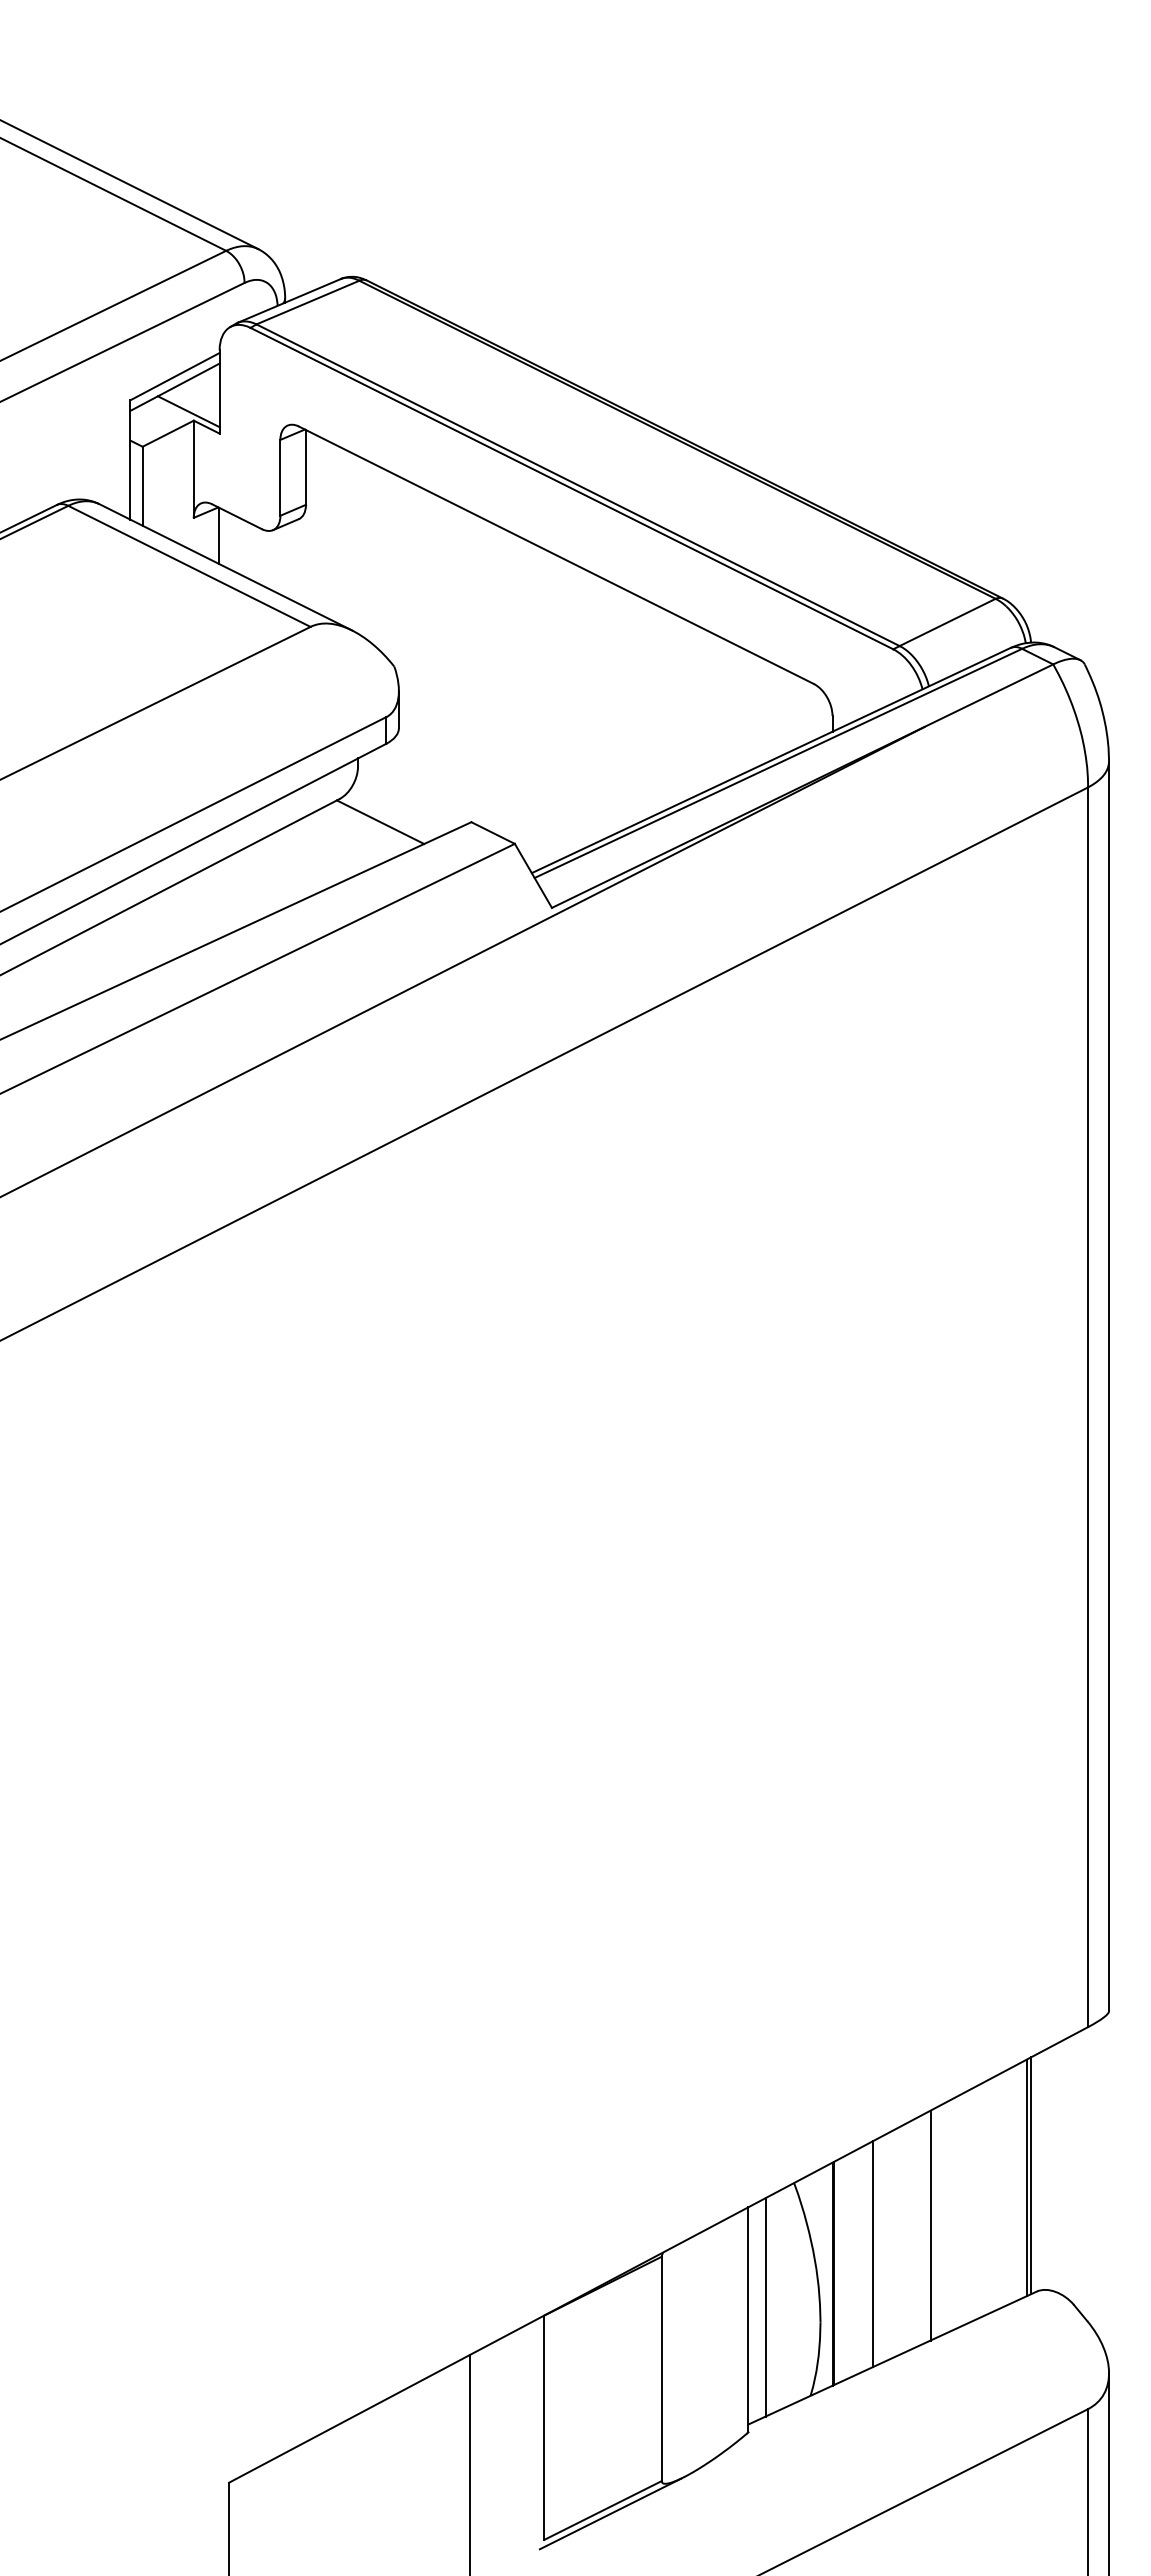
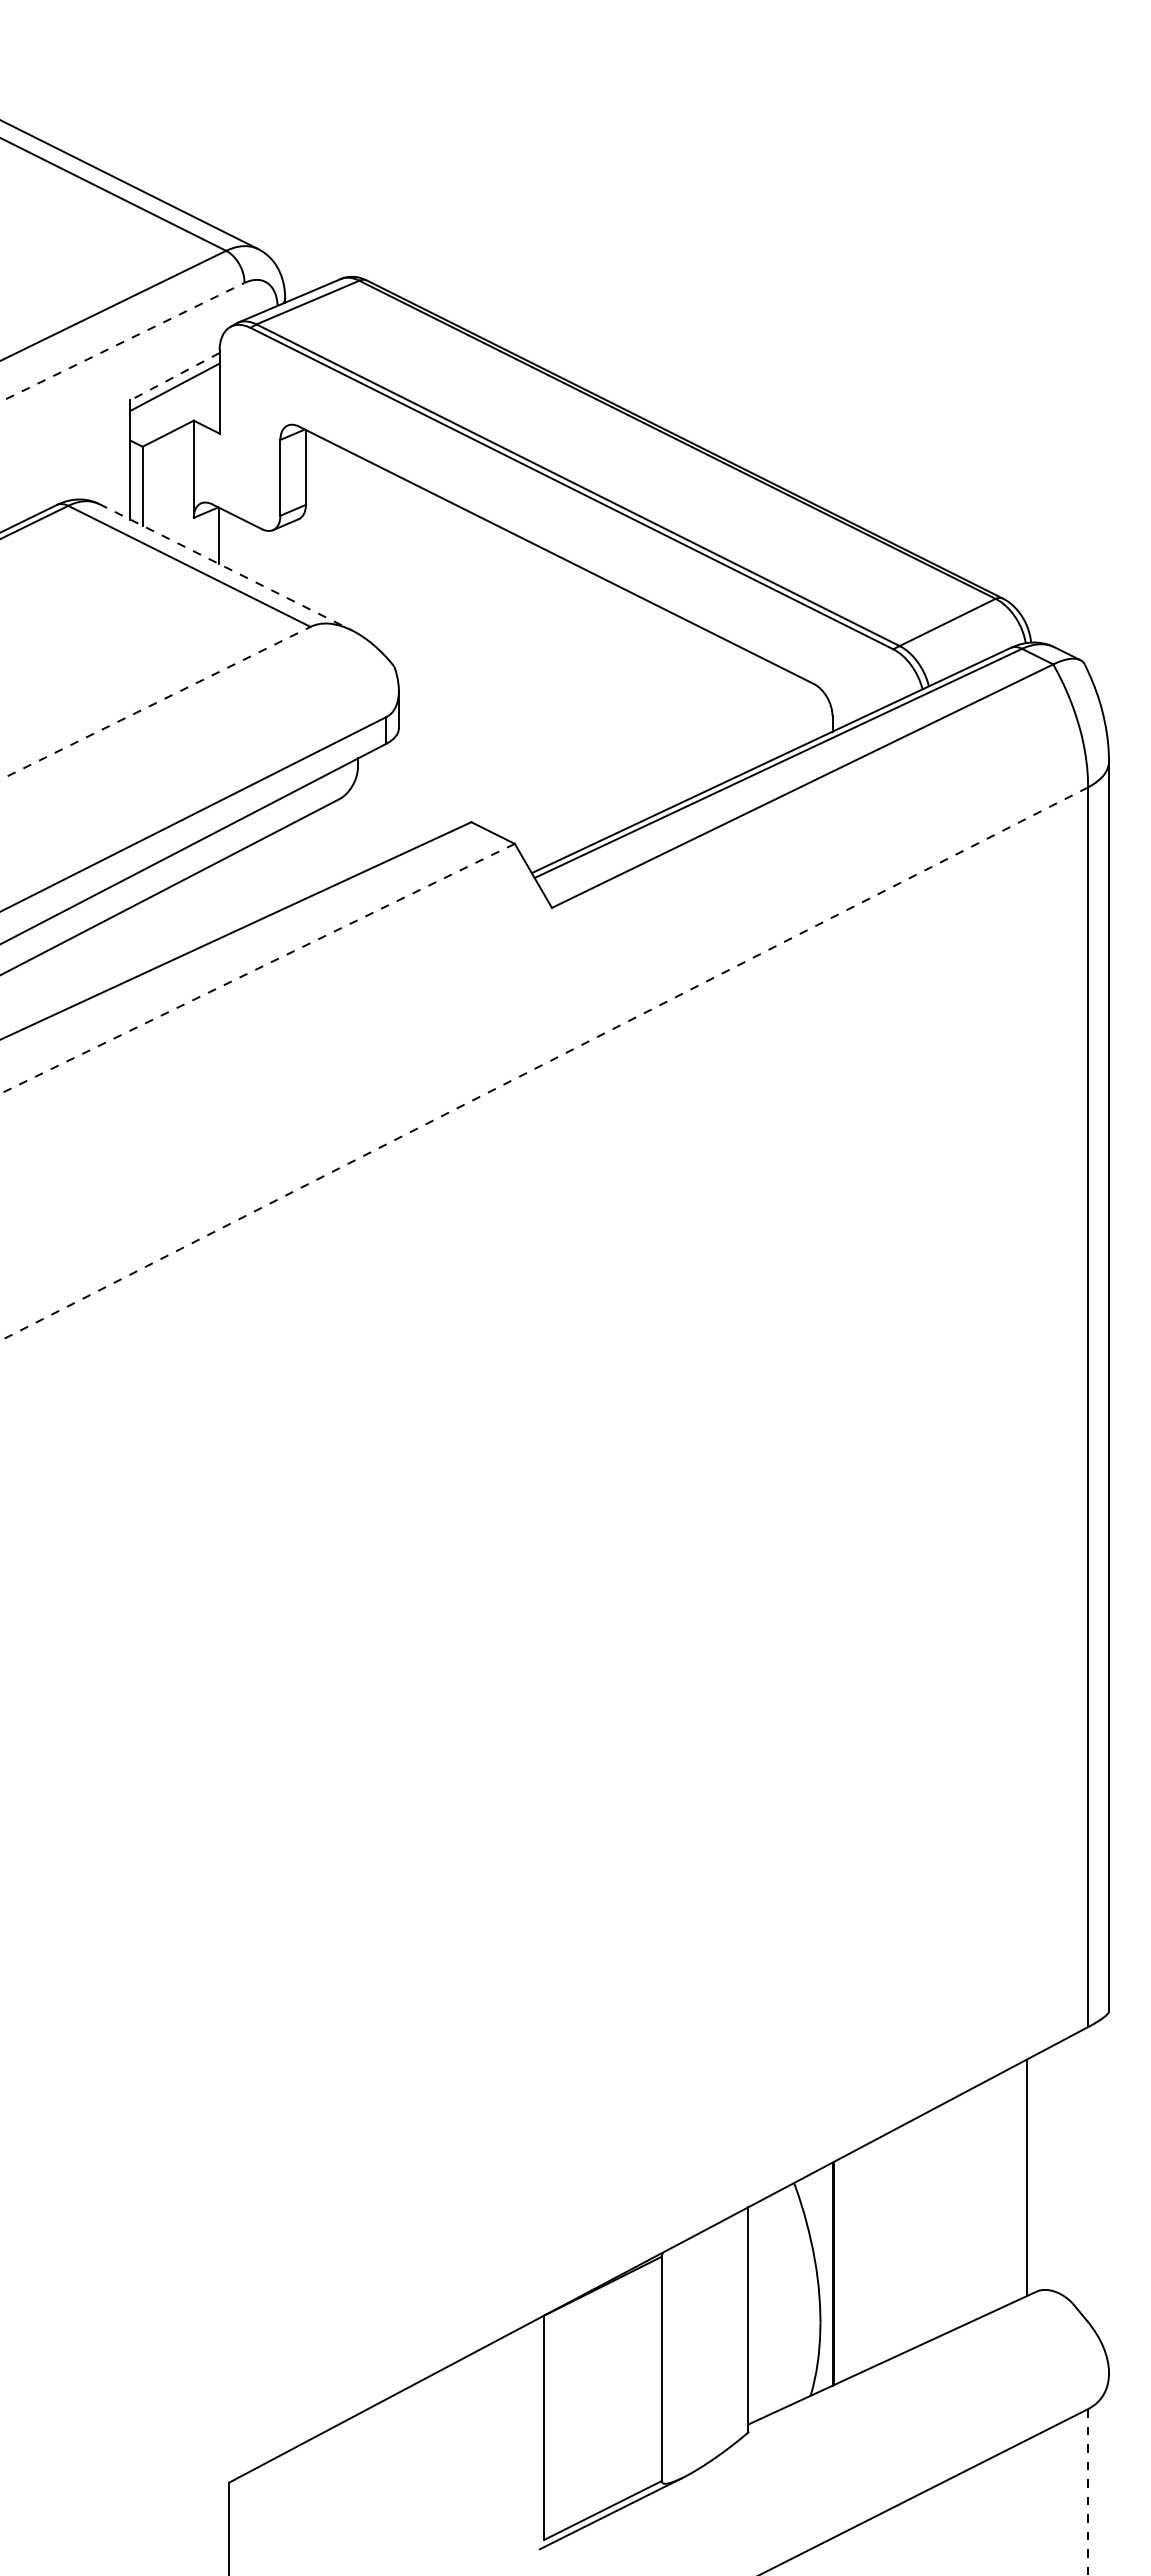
line at (122, 342): solid -> dashed
line at (174, 376): solid -> dashed
line at (188, 411): present -> none
line at (226, 567): solid -> dashed
line at (155, 703): solid -> dashed
line at (380, 821): present -> none
line at (463, 961): present -> none
line at (257, 968): solid -> dashed
line at (543, 1064): solid -> dashed
line at (1031, 2175): present -> none
line at (930, 2225): present -> none
line at (873, 2254): present -> none
line at (765, 2307): present -> none
line at (470, 2463): present -> none
line at (1109, 2472): present -> none
line at (1088, 2492): solid -> dashed
